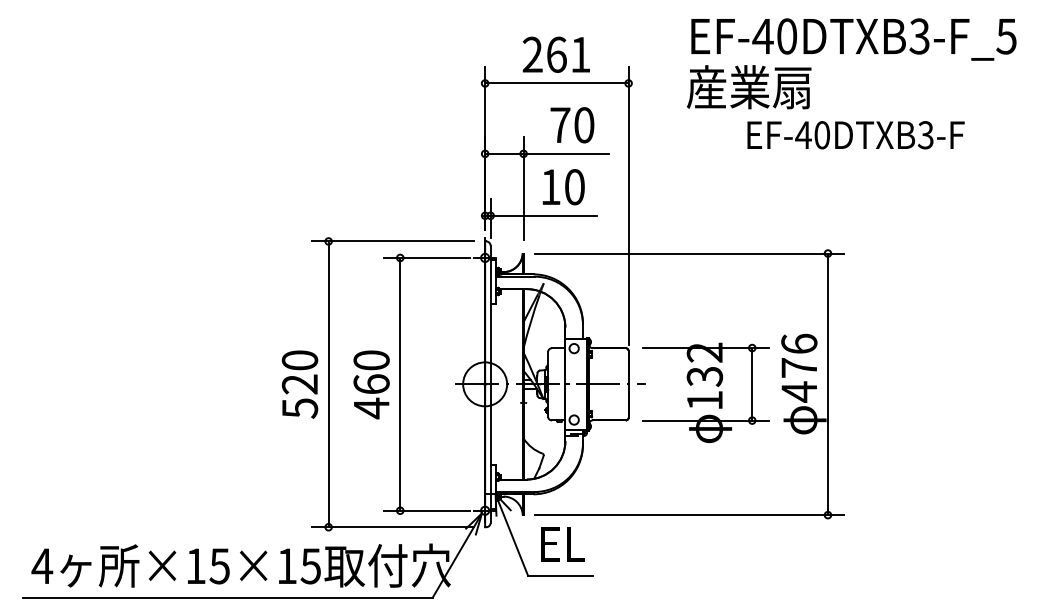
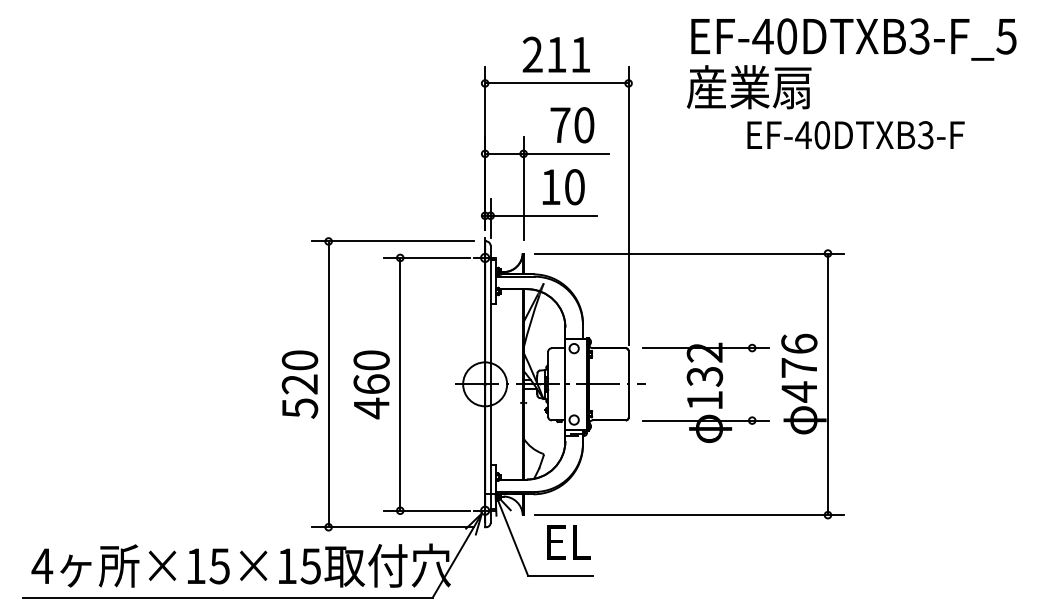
text at (556, 54): 261 -> 211
line at (752, 384): present -> none
text at (562, 544) position: (562, 544) -> (568, 542)
